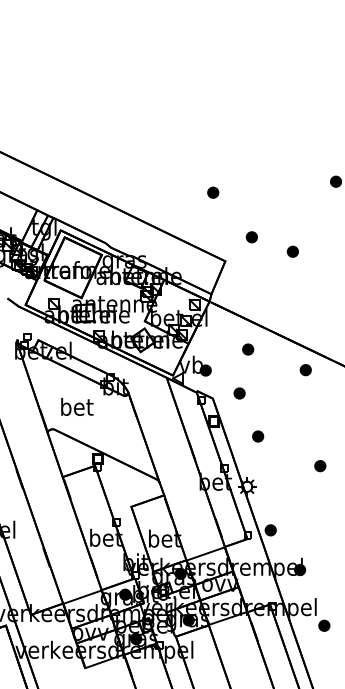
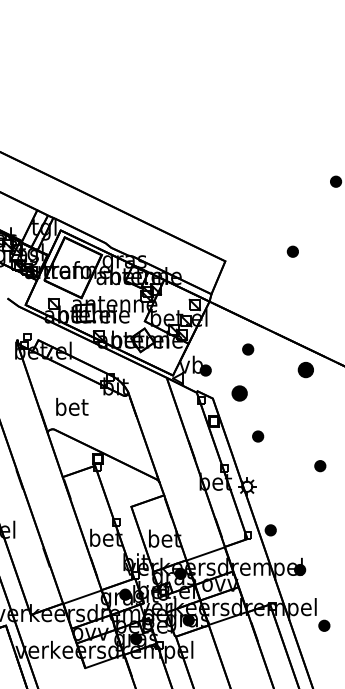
part at (213, 192): present -> none
part at (251, 237): present -> none
part at (305, 370) size: 13x13 px -> 17x17 px
part at (239, 393) size: 13x13 px -> 17x17 px
text at (77, 406) position: (77, 406) -> (72, 406)
